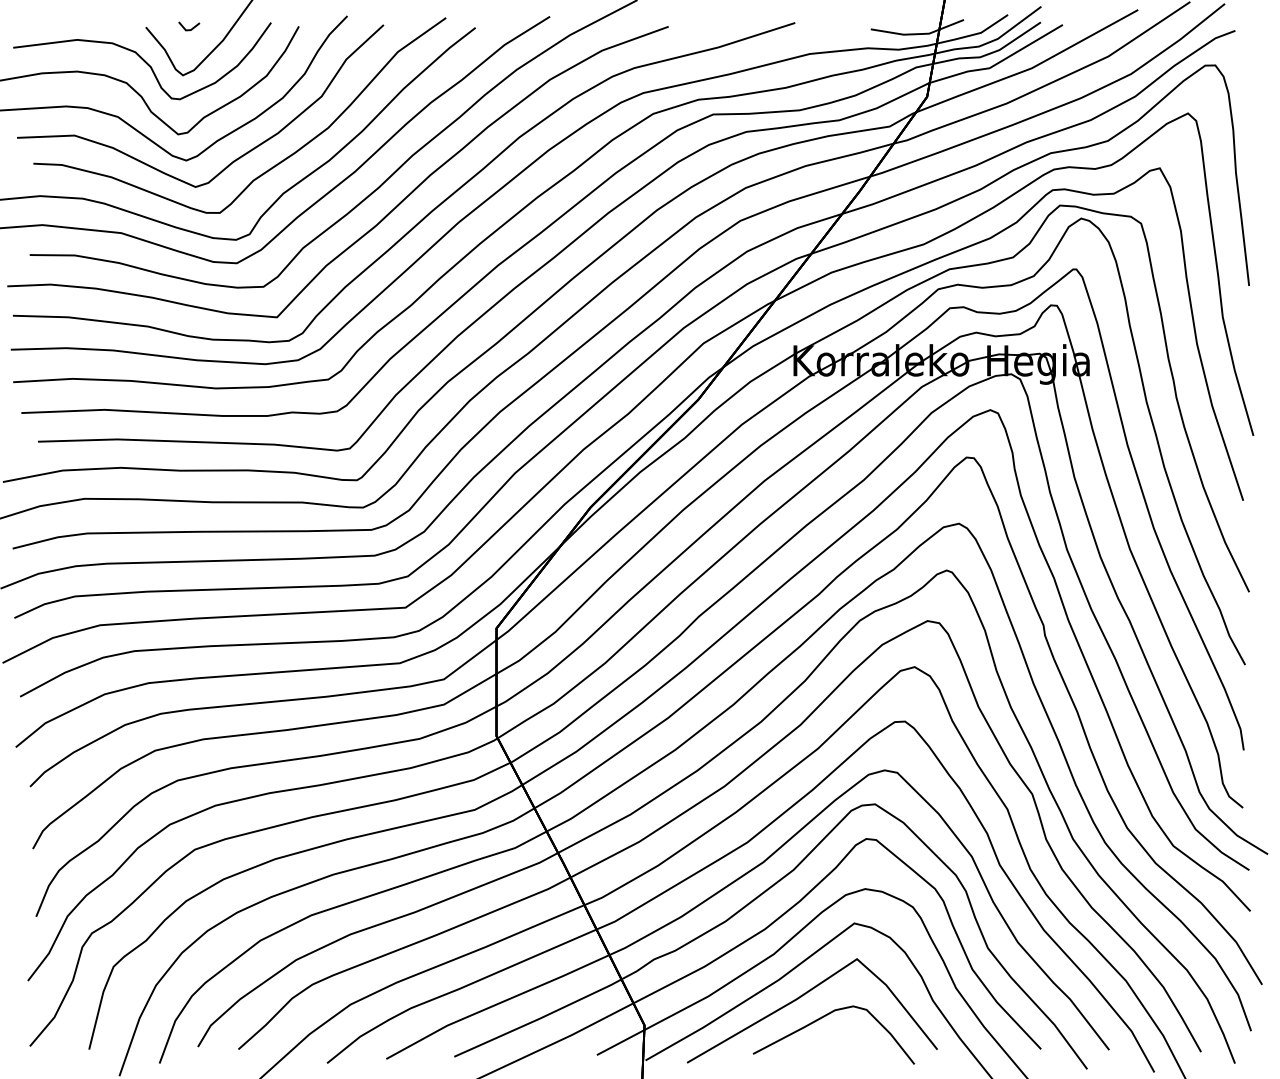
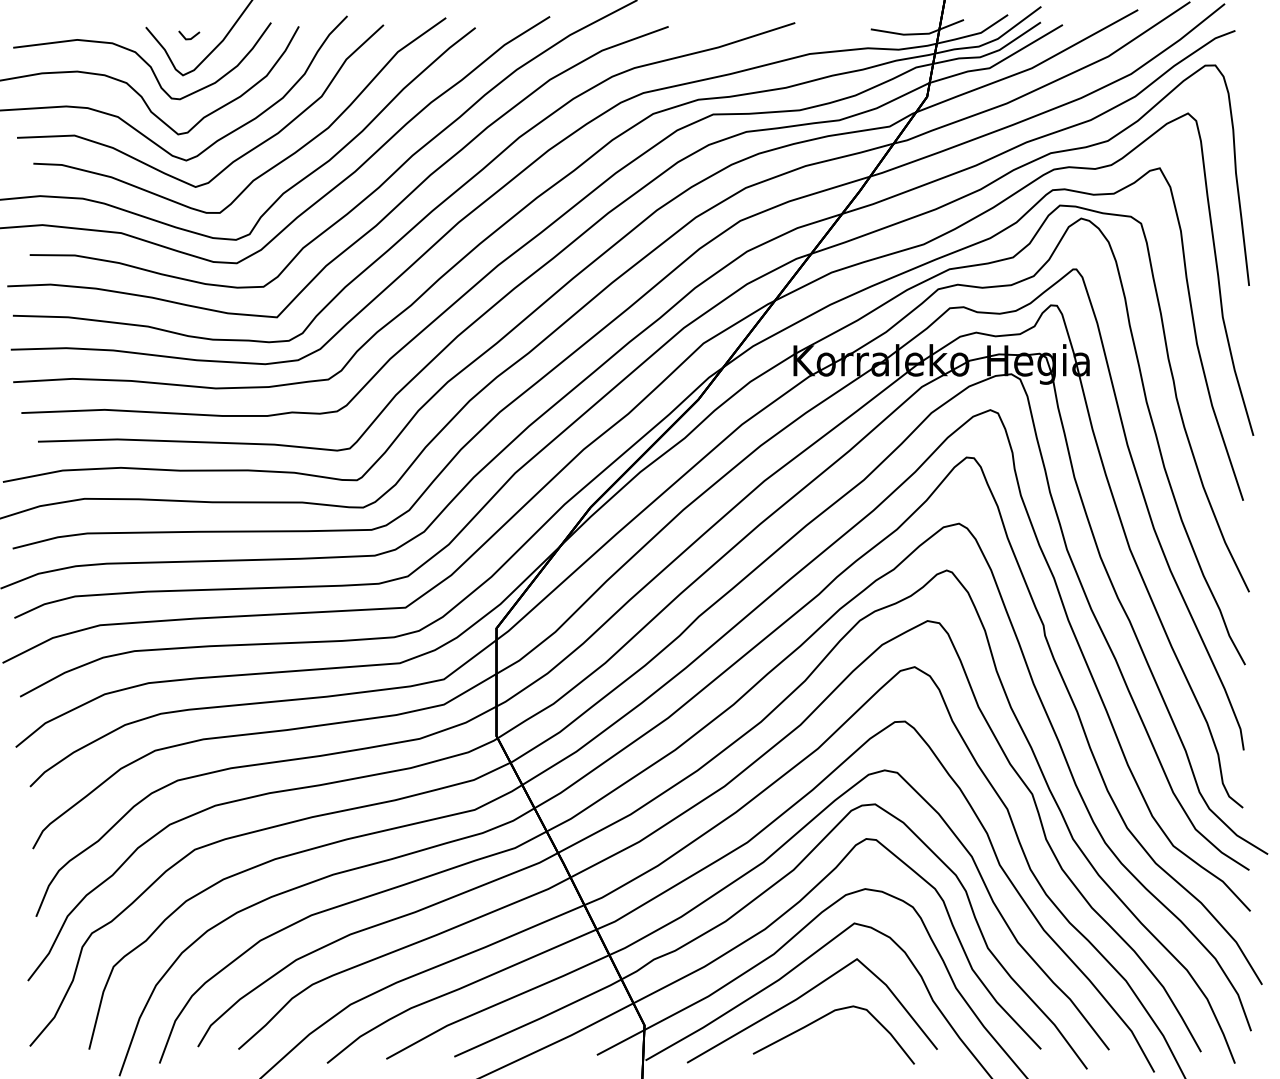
line at (191, 28) position: (191, 28) -> (191, 37)
